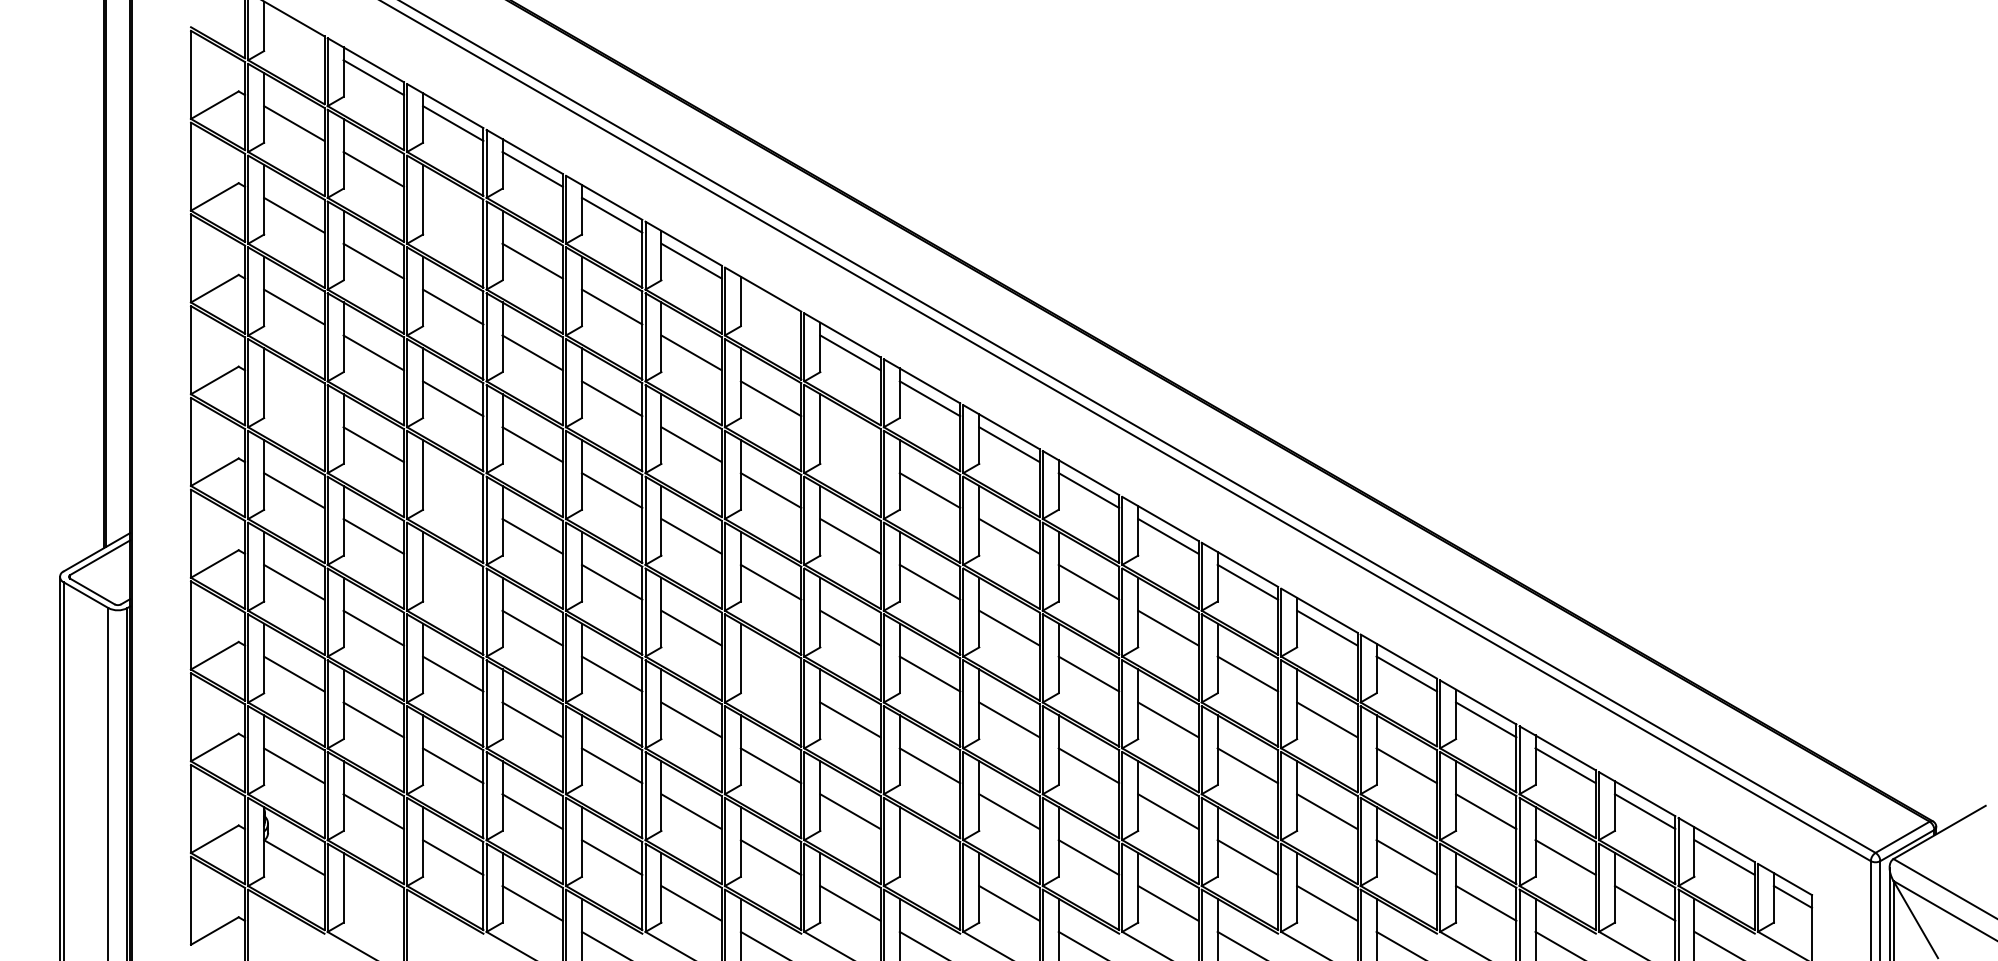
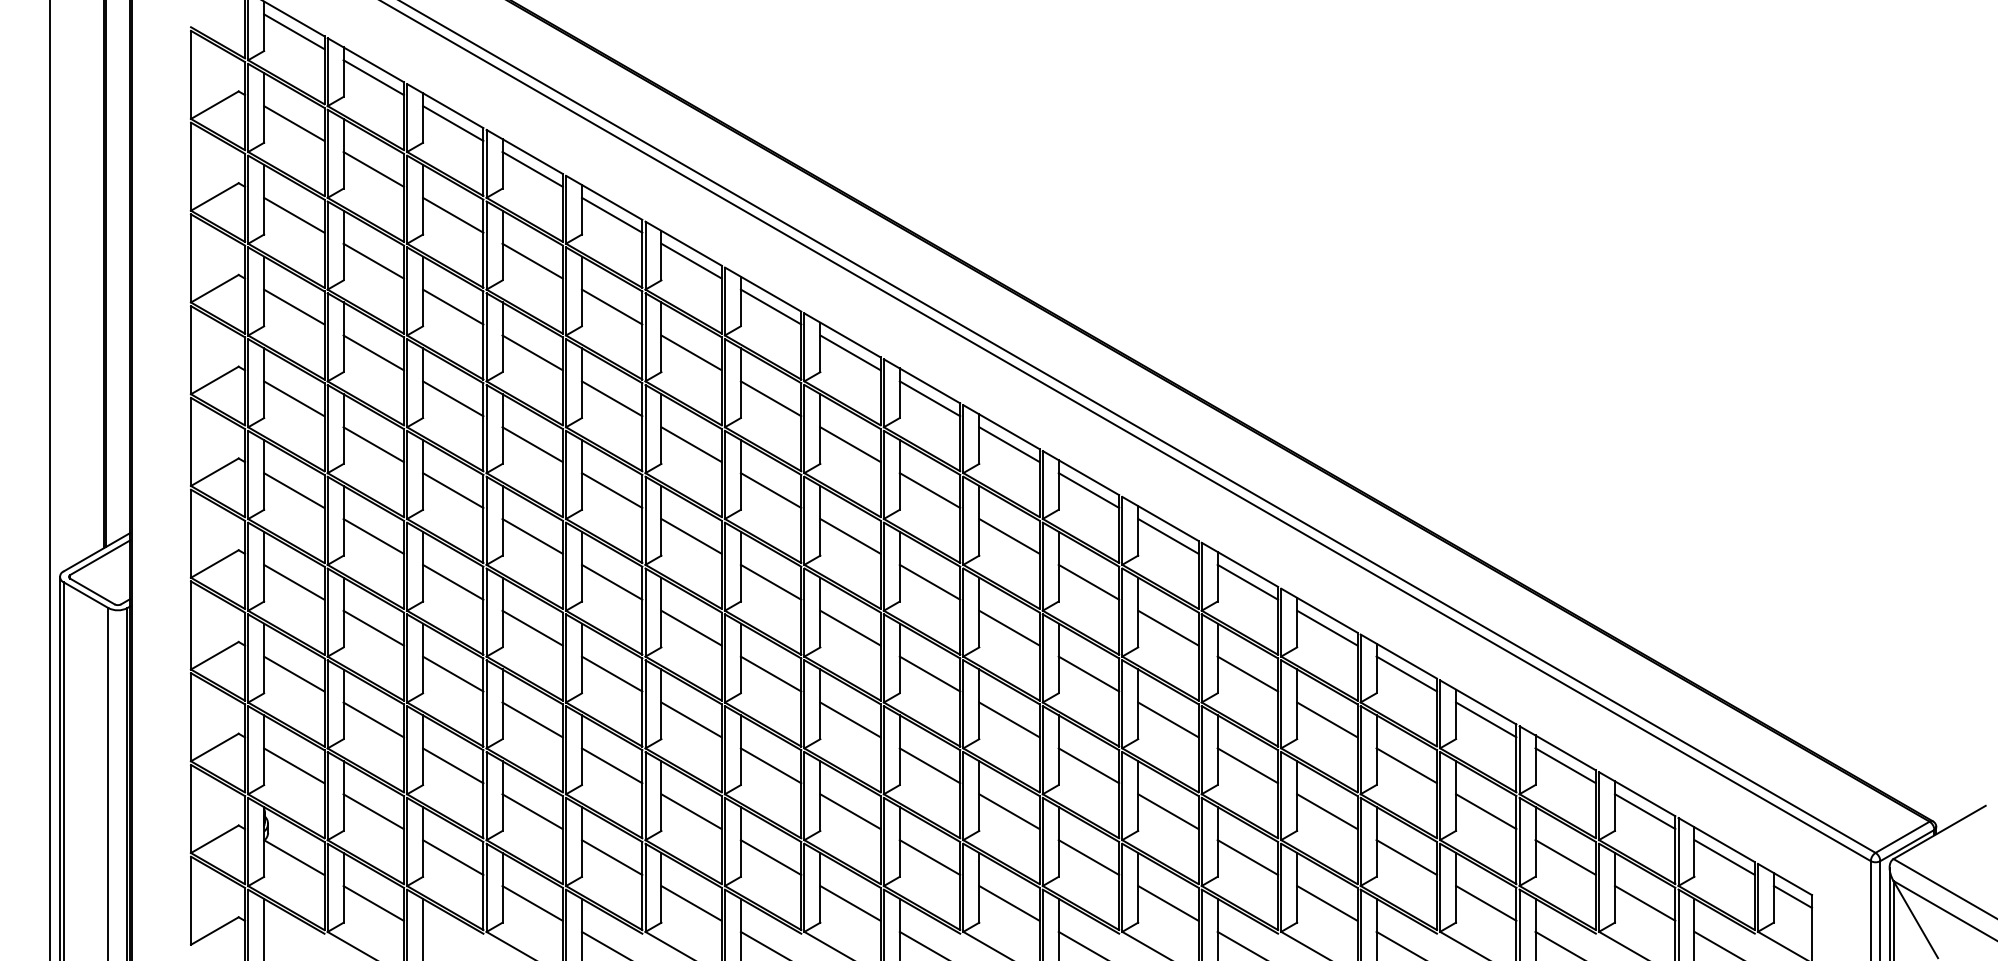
line at (294, 31): none -> present
line at (453, 214): none -> present
line at (770, 306): none -> present
line at (294, 398): none -> present
line at (850, 444): none -> present
line at (49, 479): none -> present
line at (453, 490): none -> present
line at (453, 581): none -> present
line at (770, 673): none -> present
line at (929, 857): none -> present
line at (373, 903): none -> present
line at (264, 927): none -> present
line at (423, 927): none -> present
